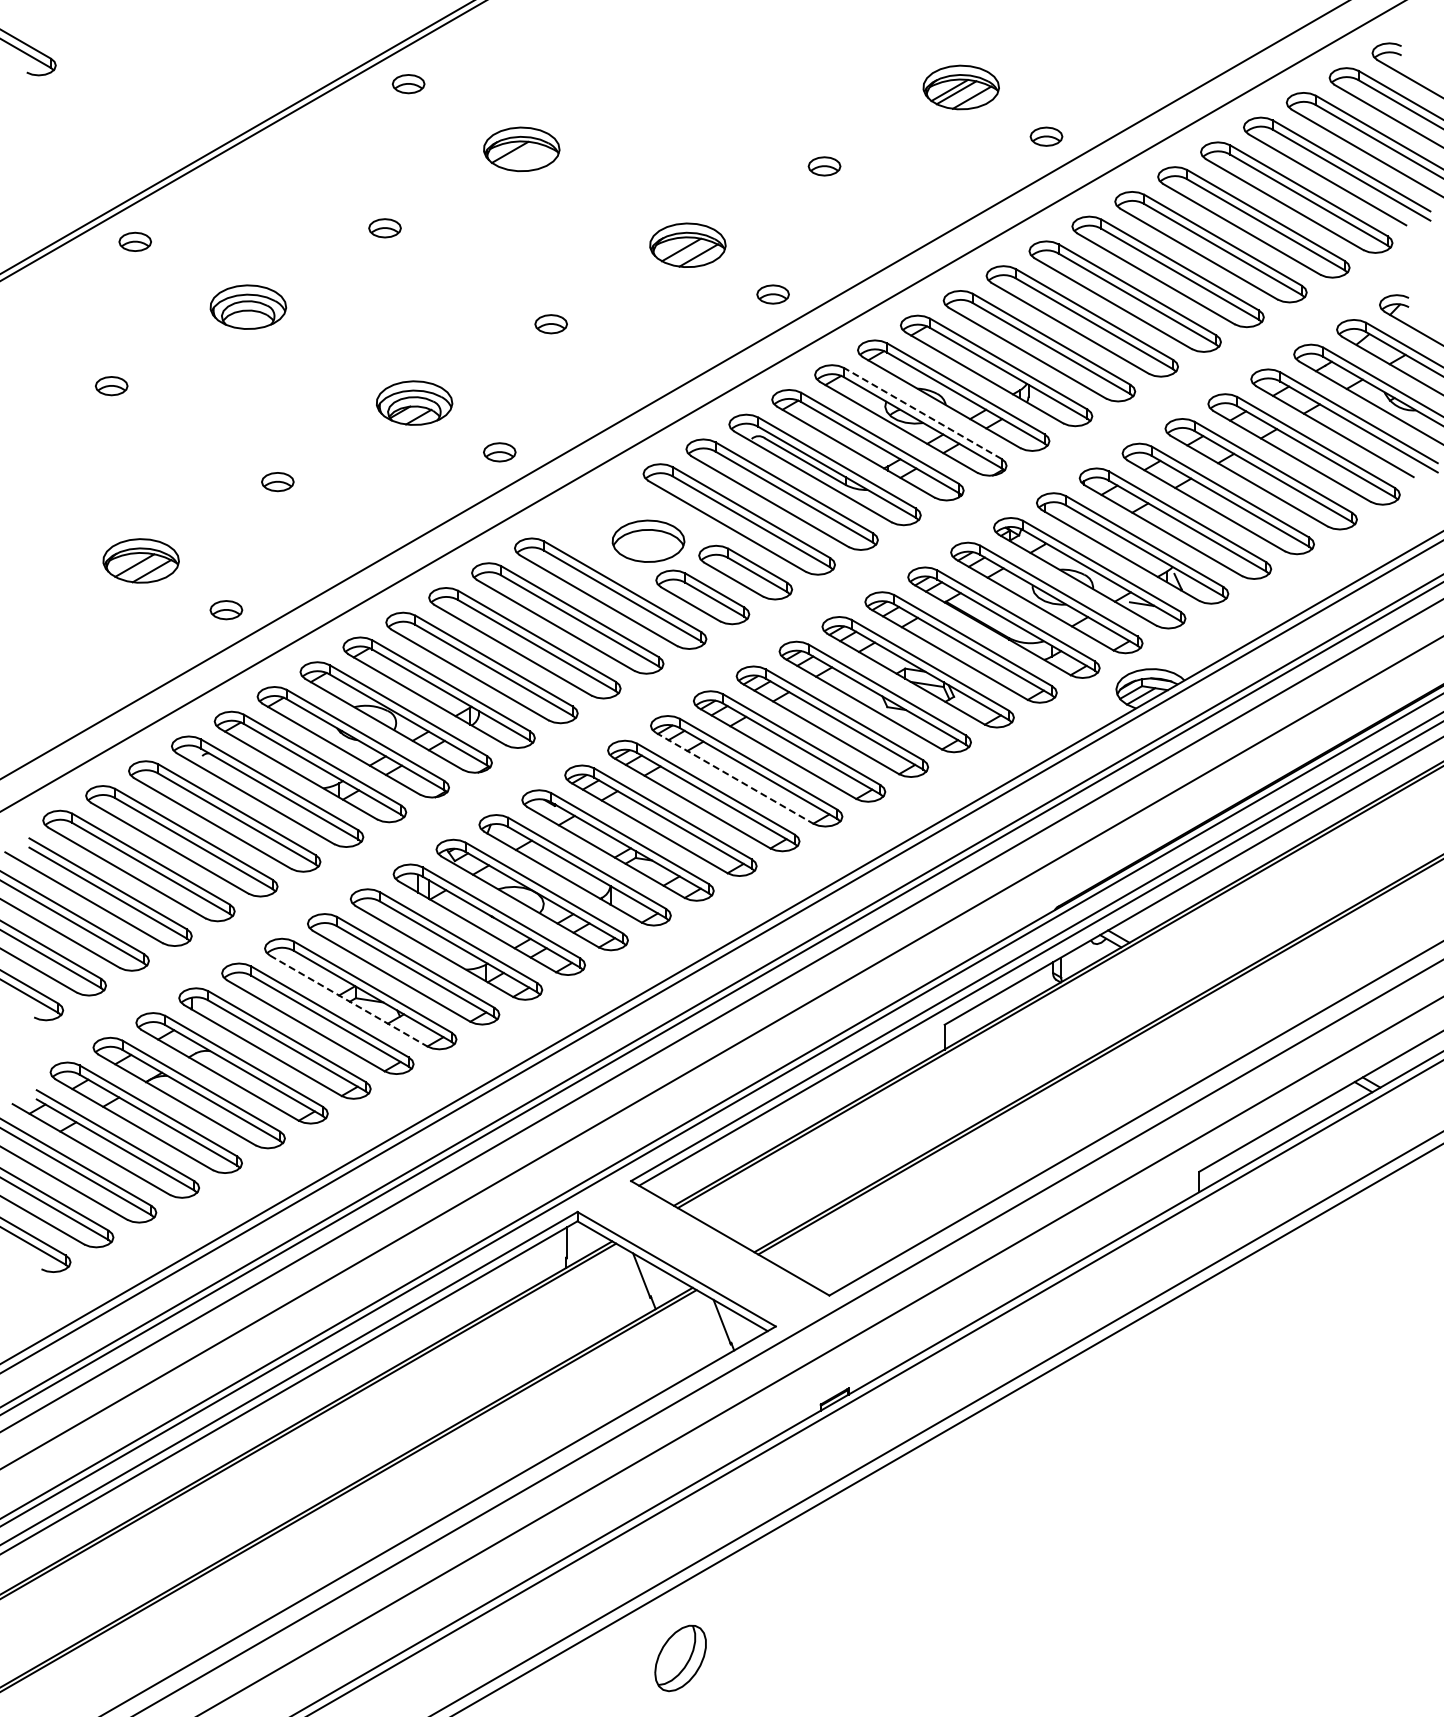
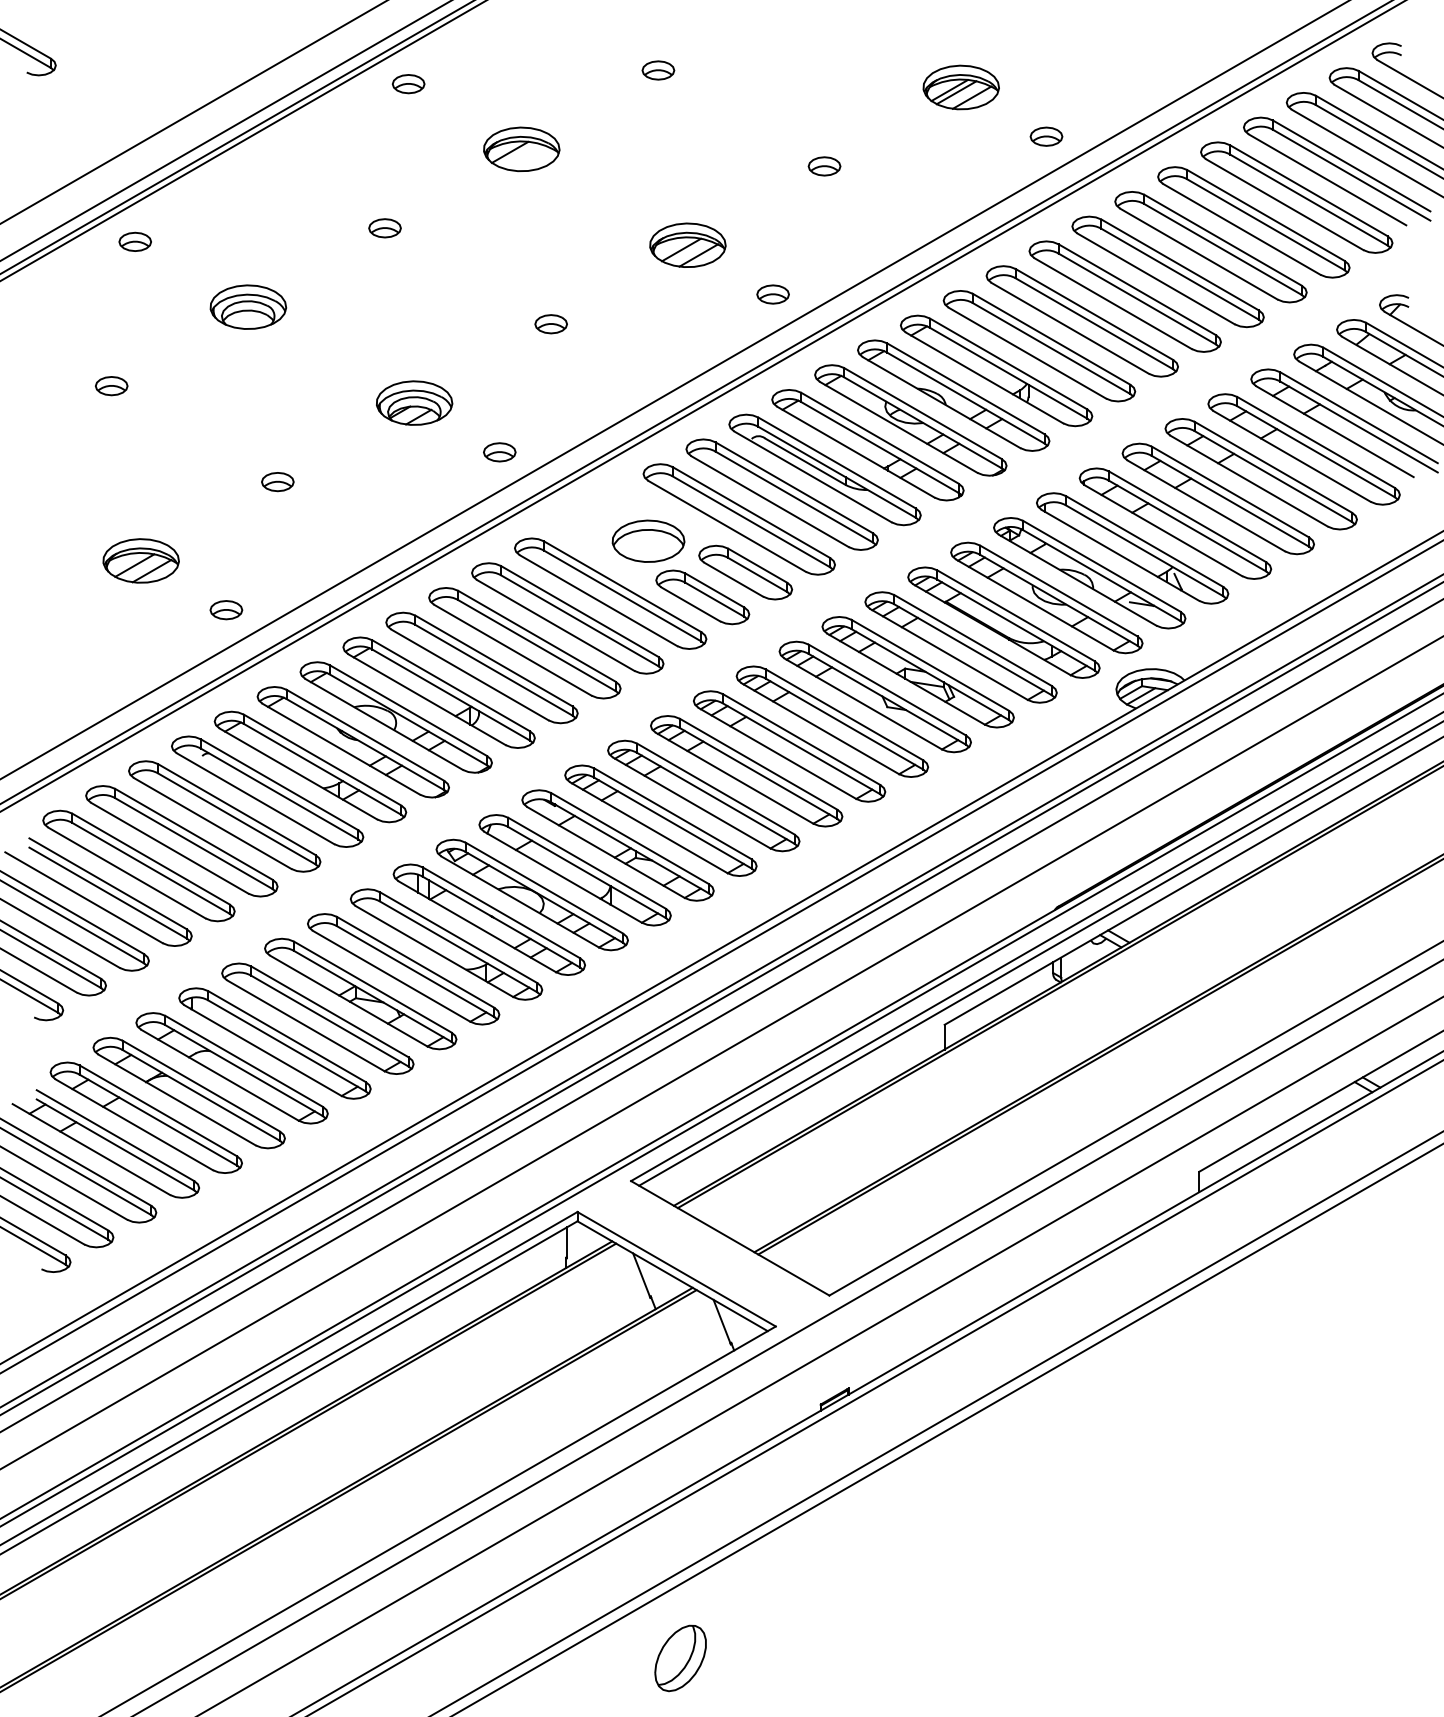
part at (658, 70): none -> present
line at (193, 112): none -> present
line at (225, 130): none -> present
line at (695, 402): none -> present
line at (922, 413): dashed -> solid
line at (734, 778): dashed -> solid
line at (348, 1001): dashed -> solid
